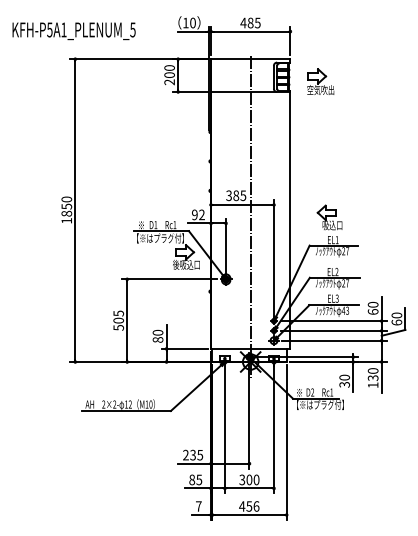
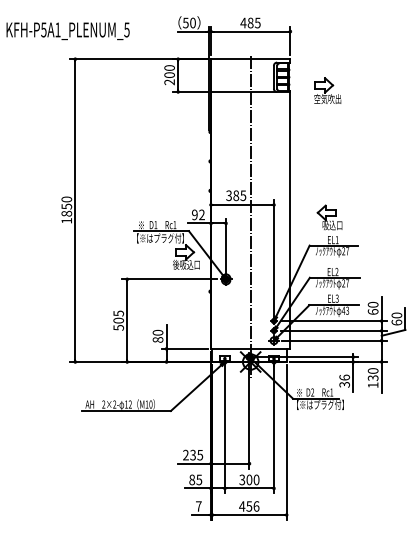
text at (185, 22): 10 -> 50
text at (73, 31) position: (73, 31) -> (67, 31)
part at (320, 81) position: (320, 81) -> (327, 90)
text at (344, 377): 30 -> 36
